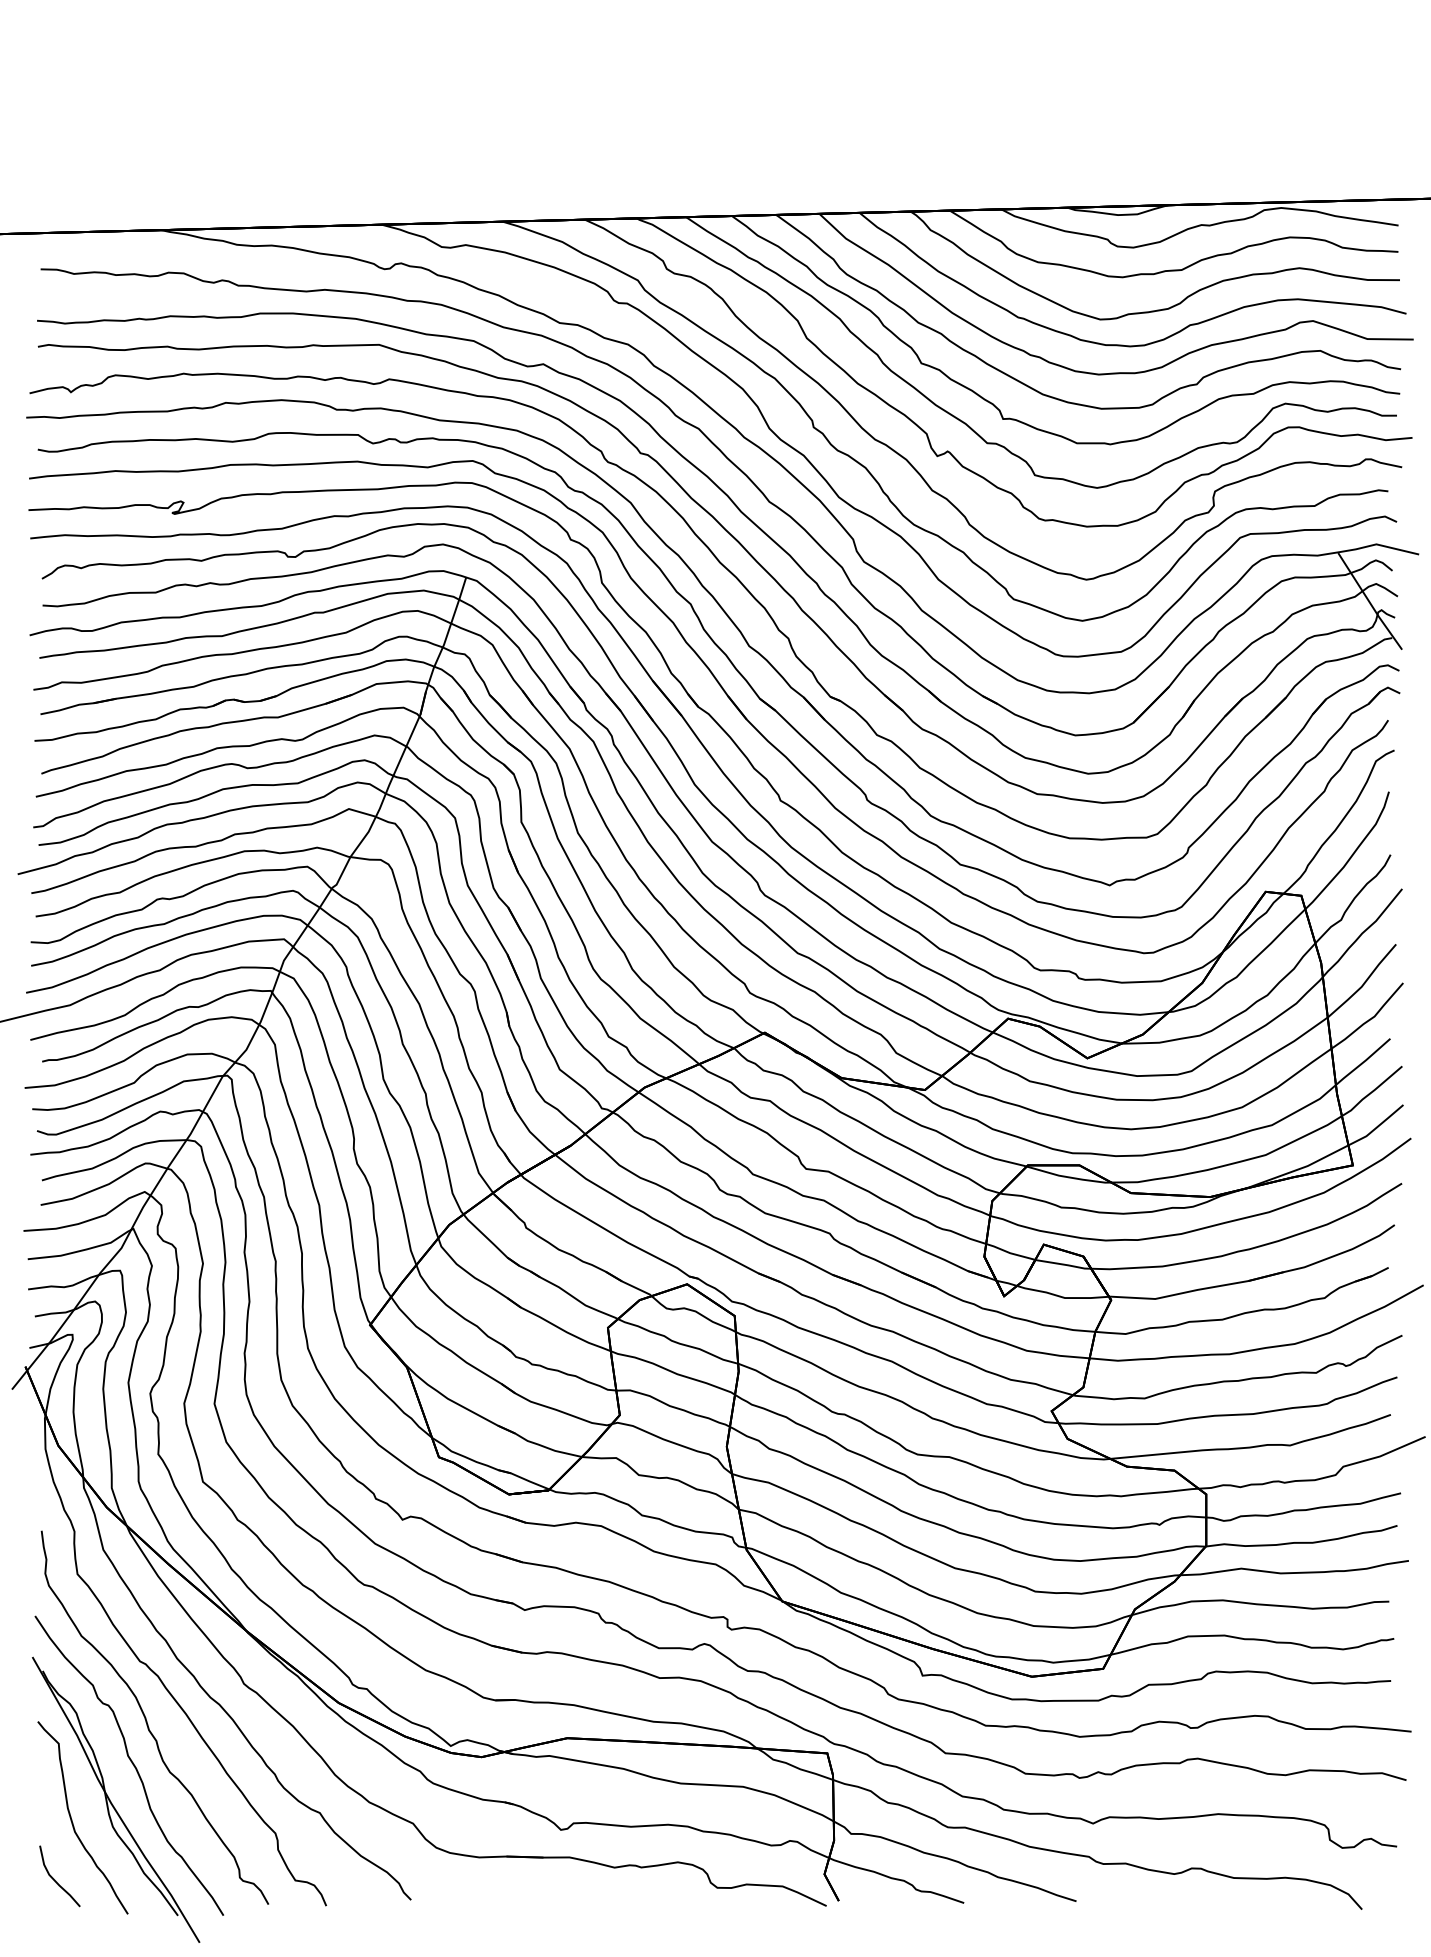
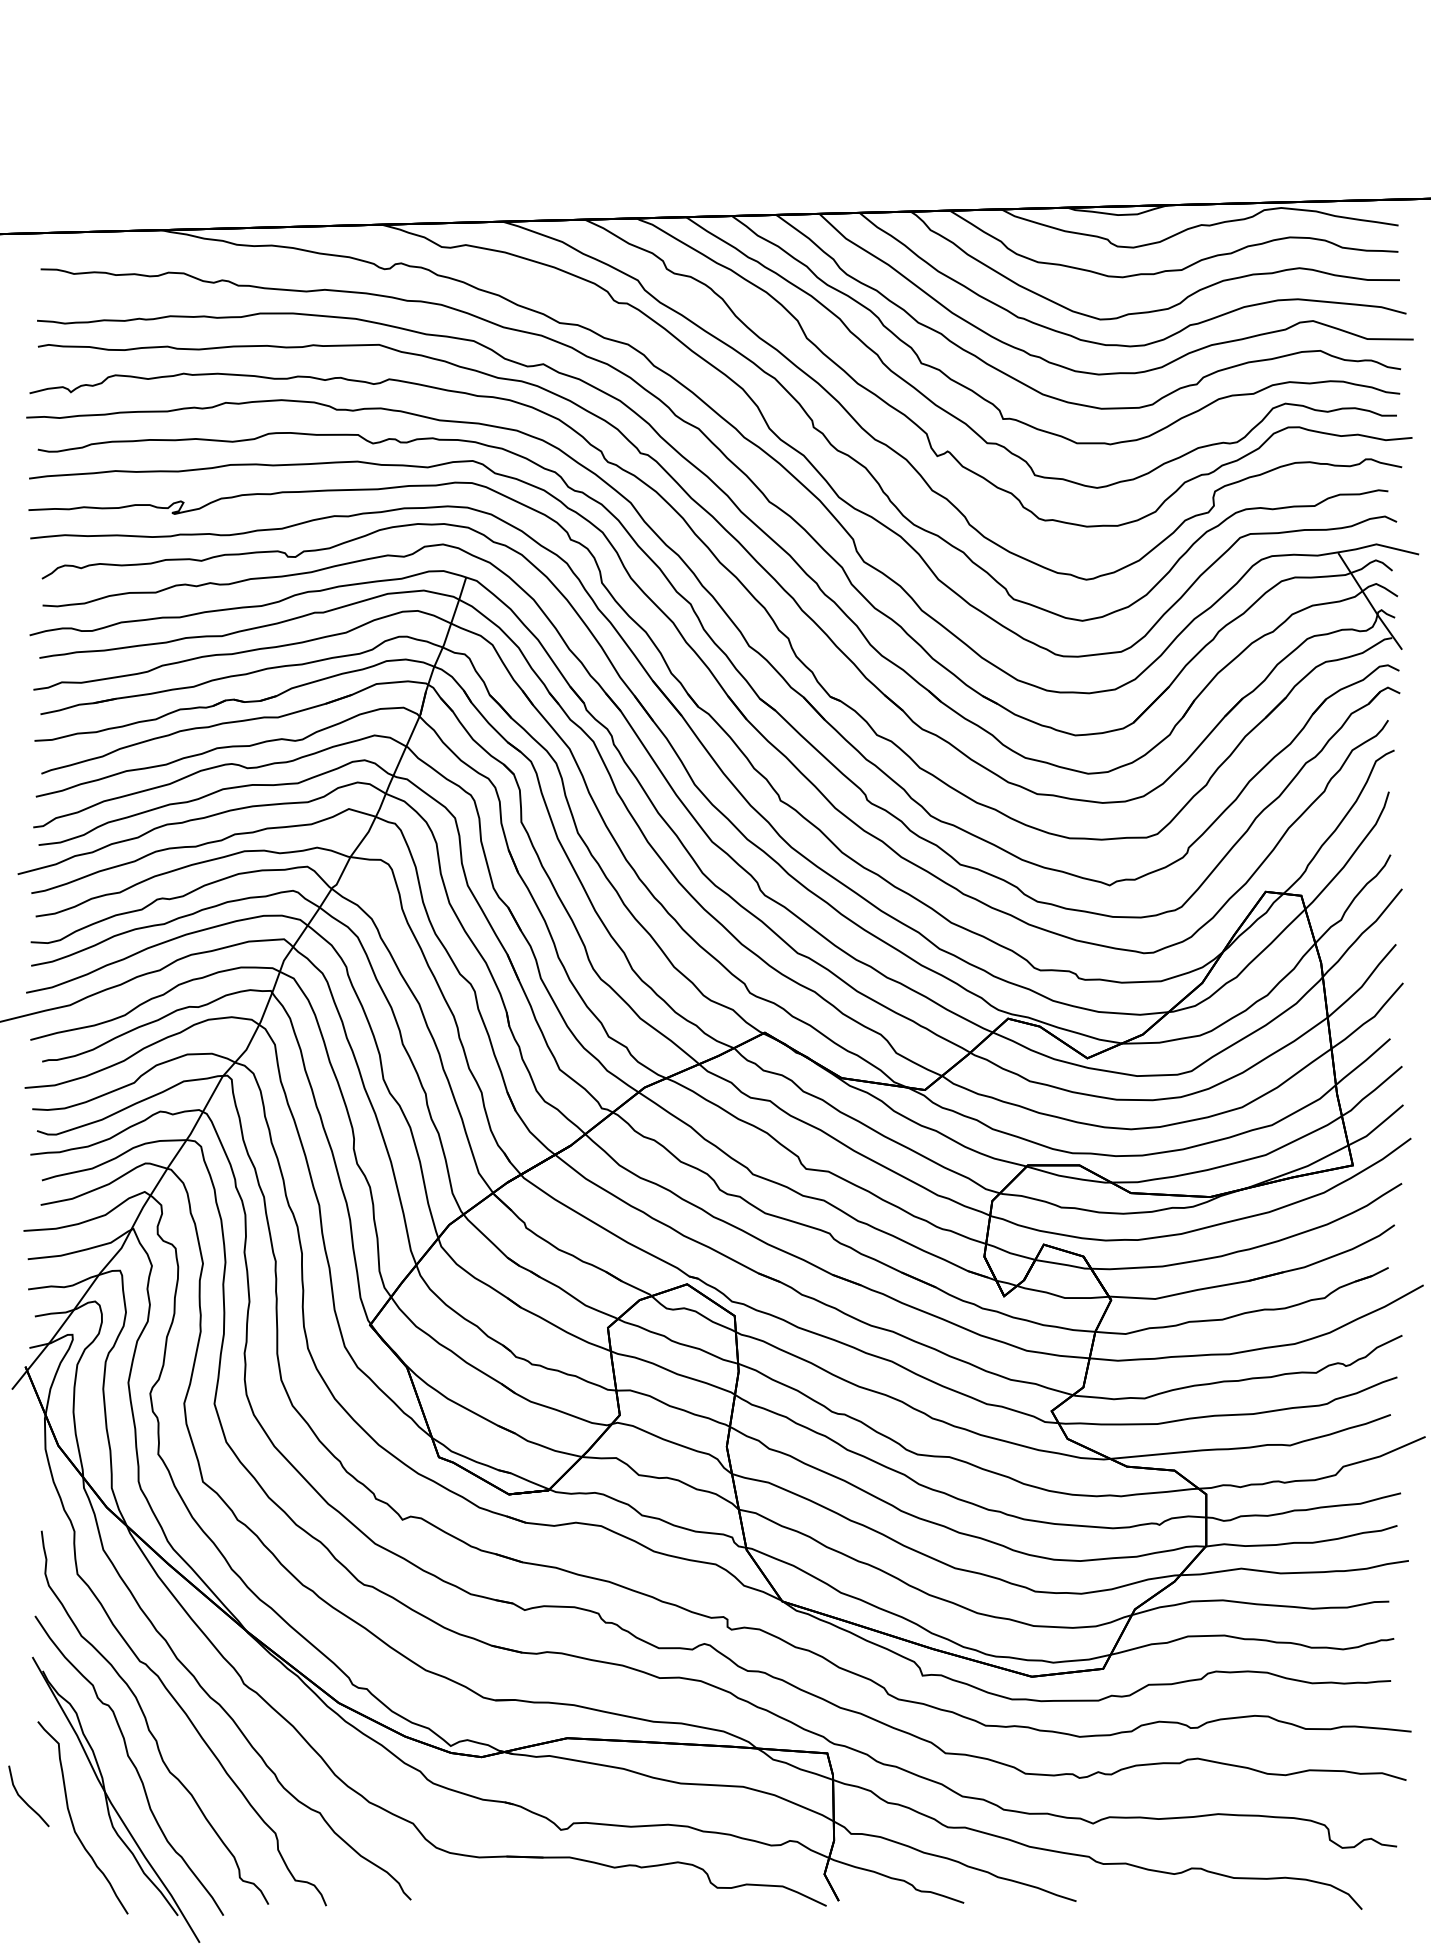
curve at (55, 1879) position: (55, 1879) -> (24, 1799)
